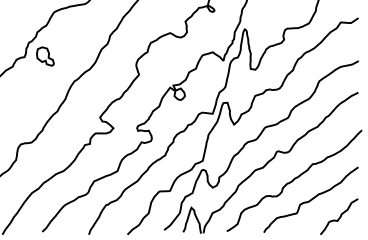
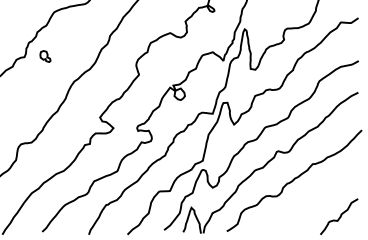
part at (45, 56) size: 19x21 px -> 13x13 px
curve at (310, 199): present -> none
